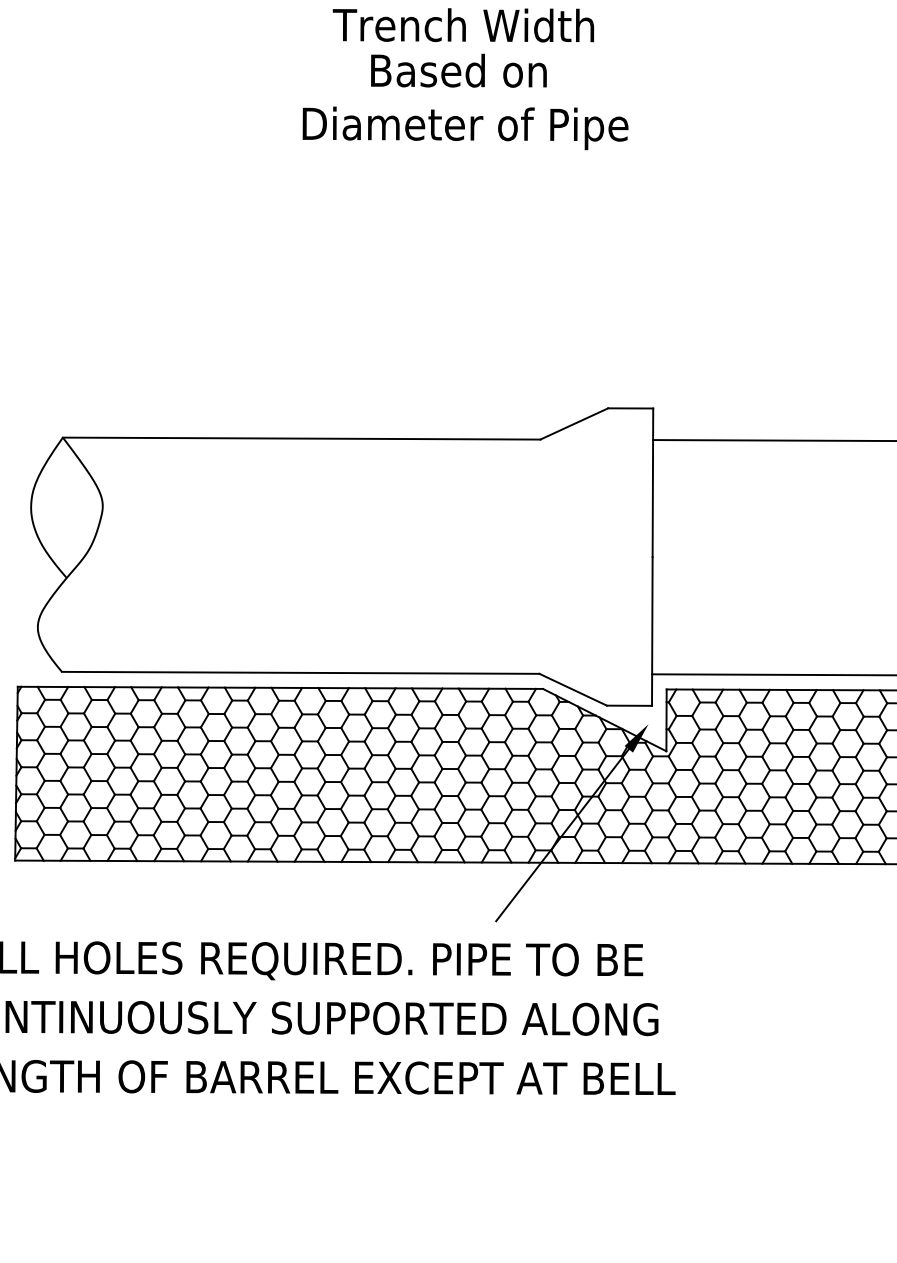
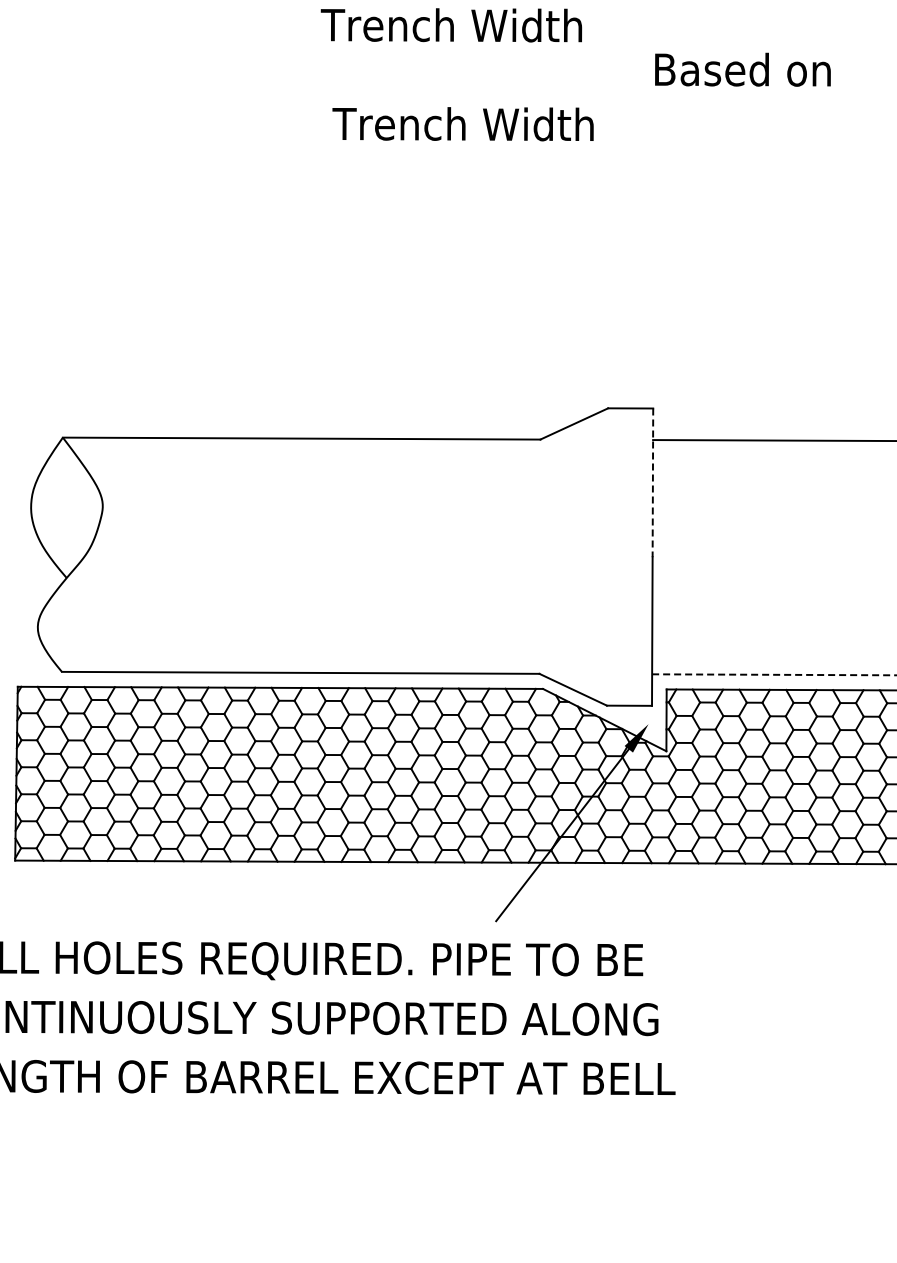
text at (463, 25) position: (463, 25) -> (451, 25)
text at (458, 70) position: (458, 70) -> (742, 69)
text at (465, 128): Diameter of Pipe -> Trench Width
line at (652, 483): solid -> dashed
line at (774, 674): solid -> dashed
